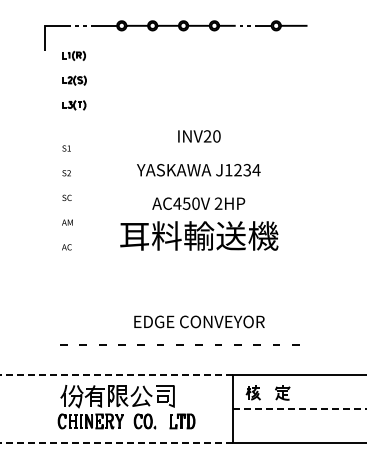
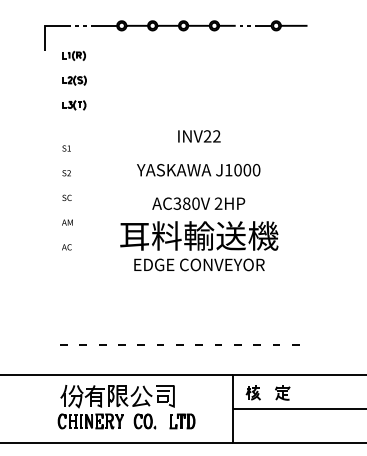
text at (216, 136): INV20 -> INV22
text at (247, 170): J1234 -> J1000
text at (181, 203): AC450V -> AC380V
text at (199, 321) position: (199, 321) -> (199, 264)
line at (116, 375): dashed -> solid
line at (300, 409): dashed -> solid
line at (117, 443): dashed -> solid
